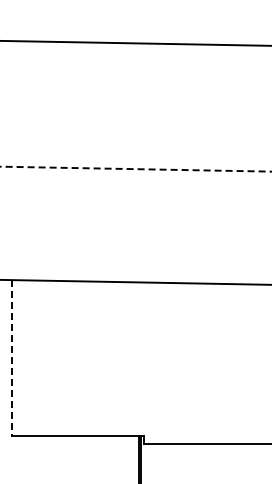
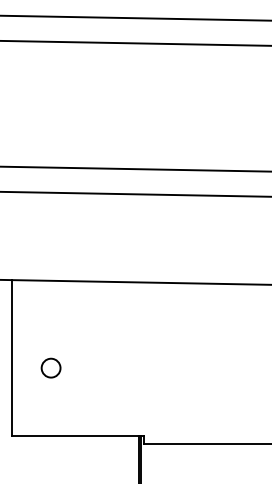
line at (135, 17): none -> present
line at (136, 169): dashed -> solid
line at (135, 193): none -> present
line at (12, 358): dashed -> solid
circle at (50, 367): none -> present
